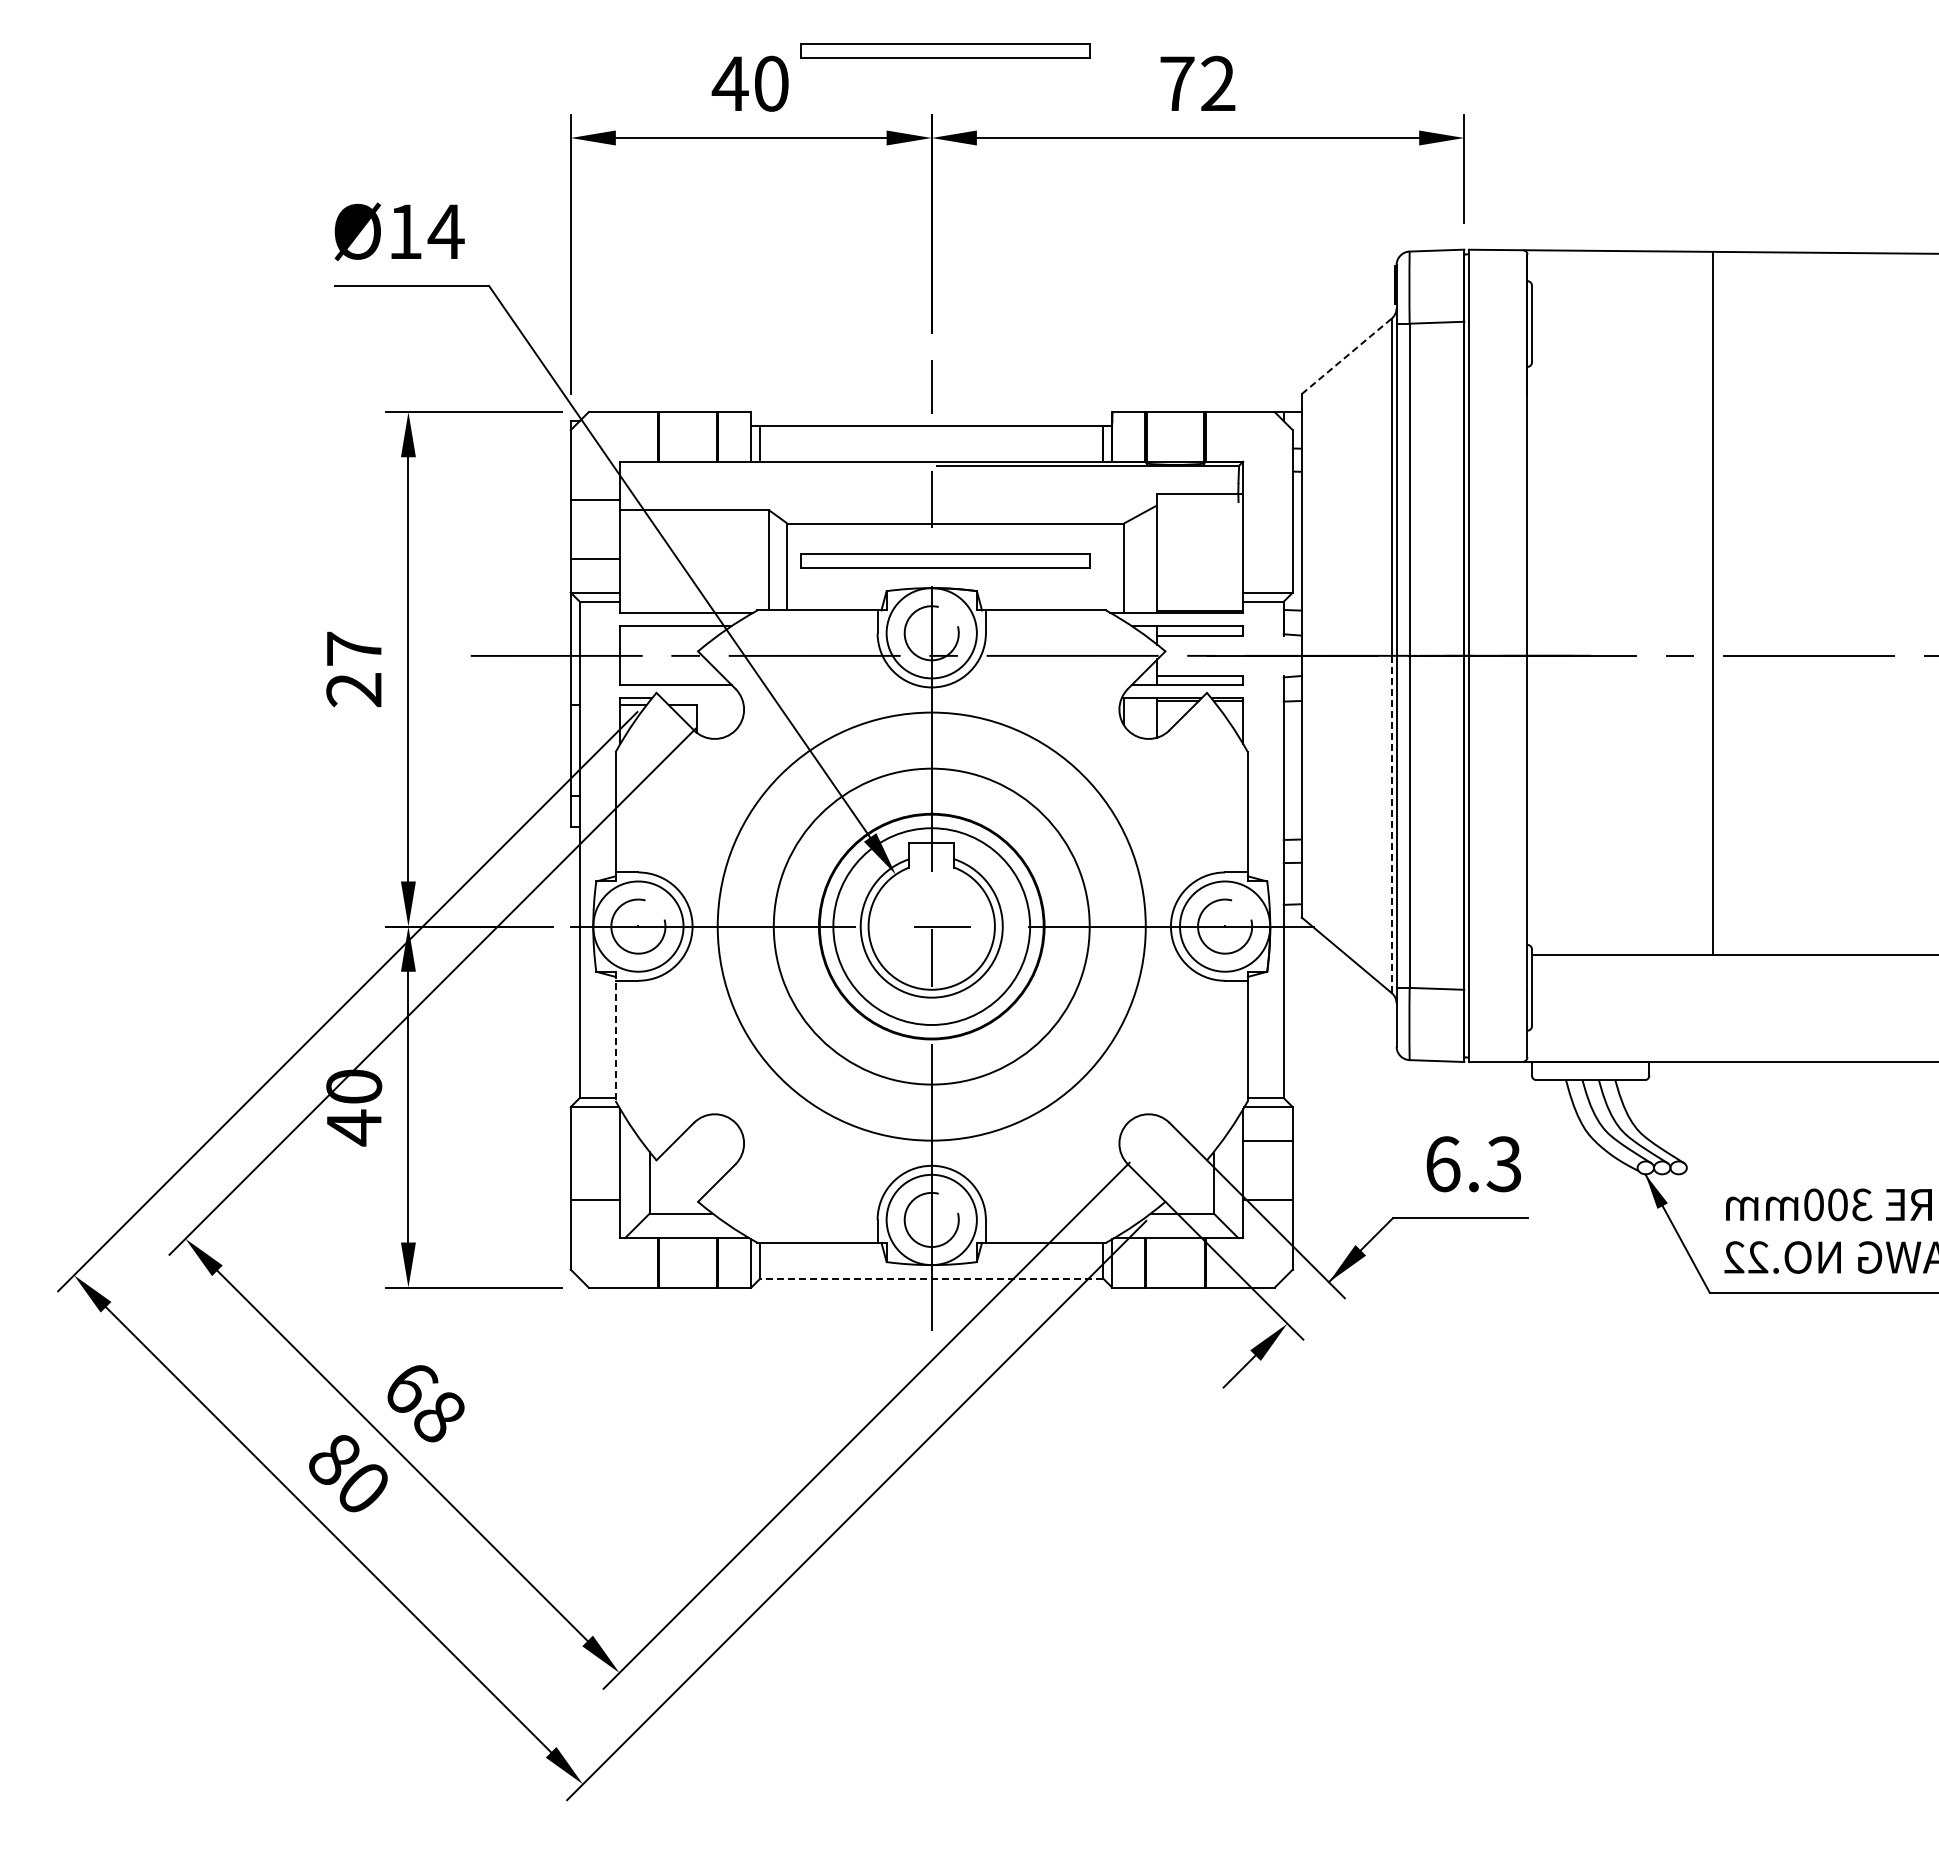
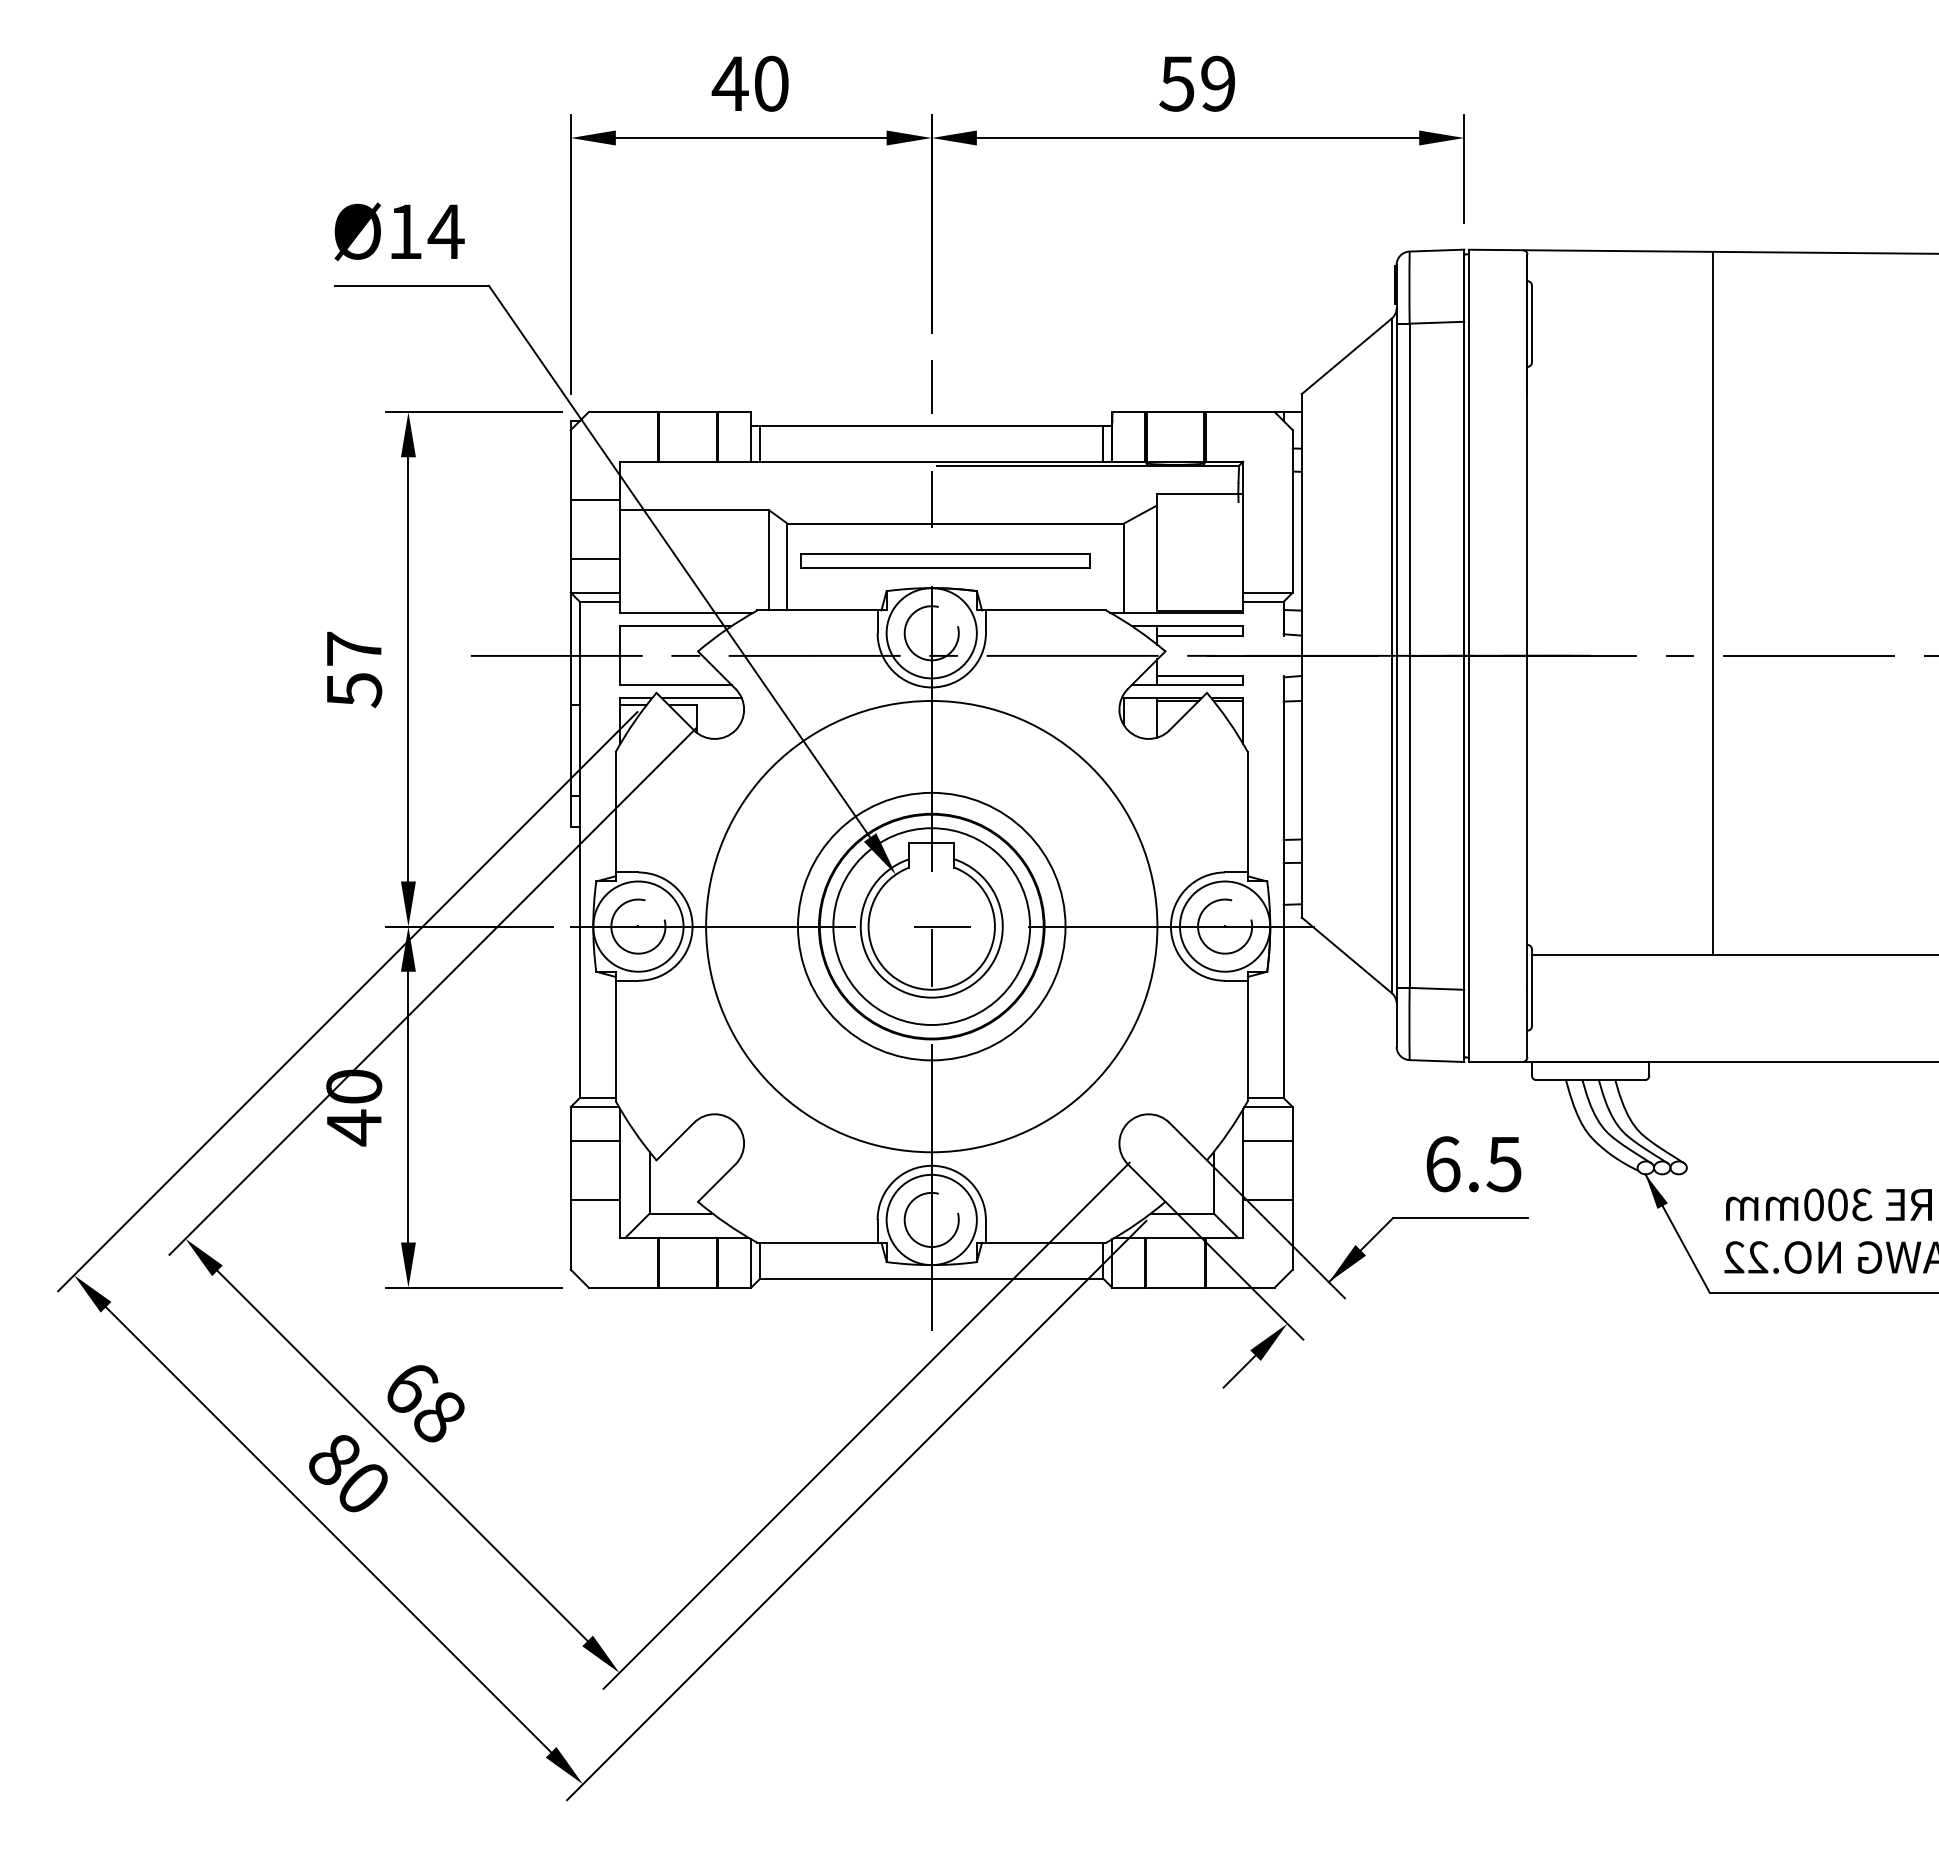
part at (945, 50): present -> none
text at (1197, 83): 72 -> 59
line at (1346, 356): dashed -> solid
text at (354, 690): 27 -> 57
line at (701, 698): none -> present
line at (1391, 824): dashed -> solid
circle at (931, 926) diameter: 316 px -> 451 px
circle at (931, 926) diameter: 428 px -> 268 px
line at (615, 1036): dashed -> solid
line at (595, 1140): none -> present
text at (1503, 1163): 6.3 -> 6.5
line at (931, 1278): dashed -> solid
